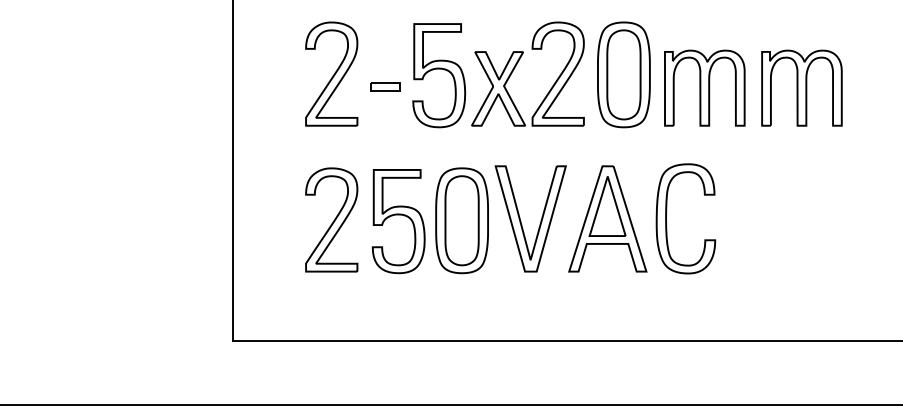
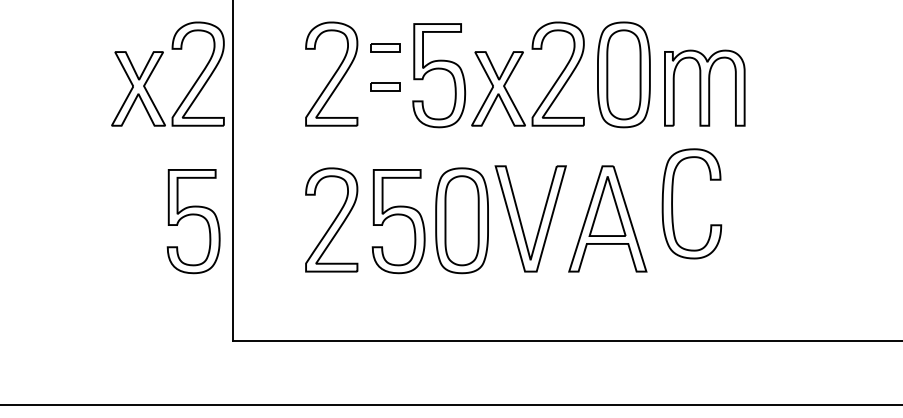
part at (385, 47): none -> present
part at (155, 68): none -> present
part at (801, 87): present -> none
part at (666, 218) position: (666, 218) -> (672, 203)
part at (193, 221): none -> present
